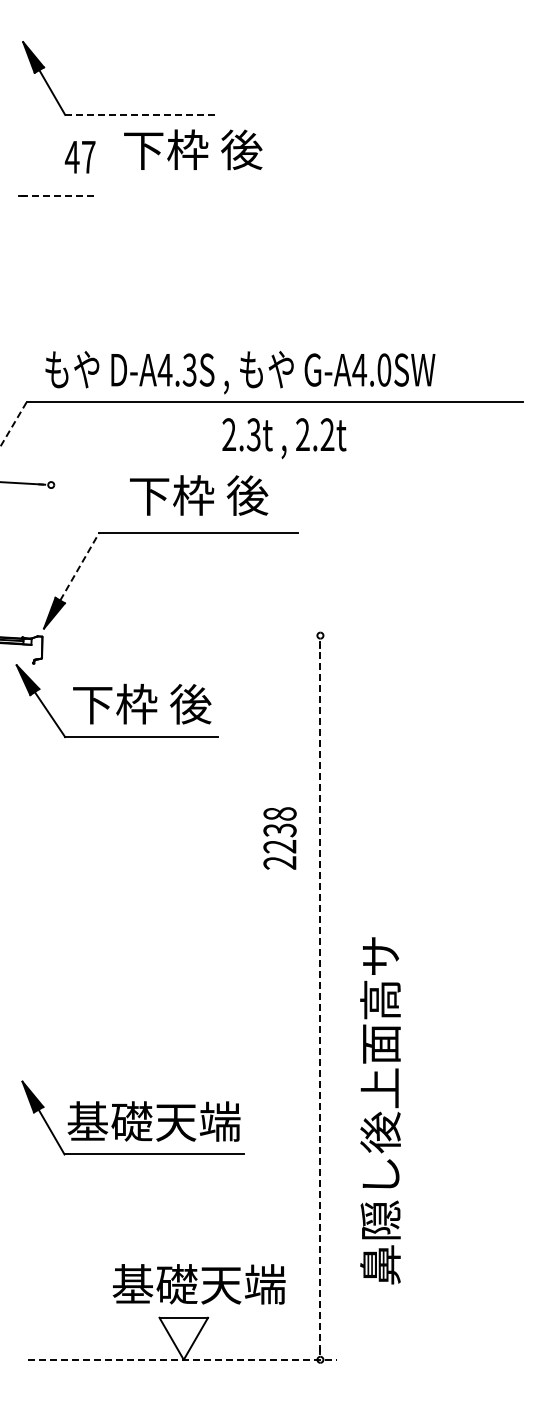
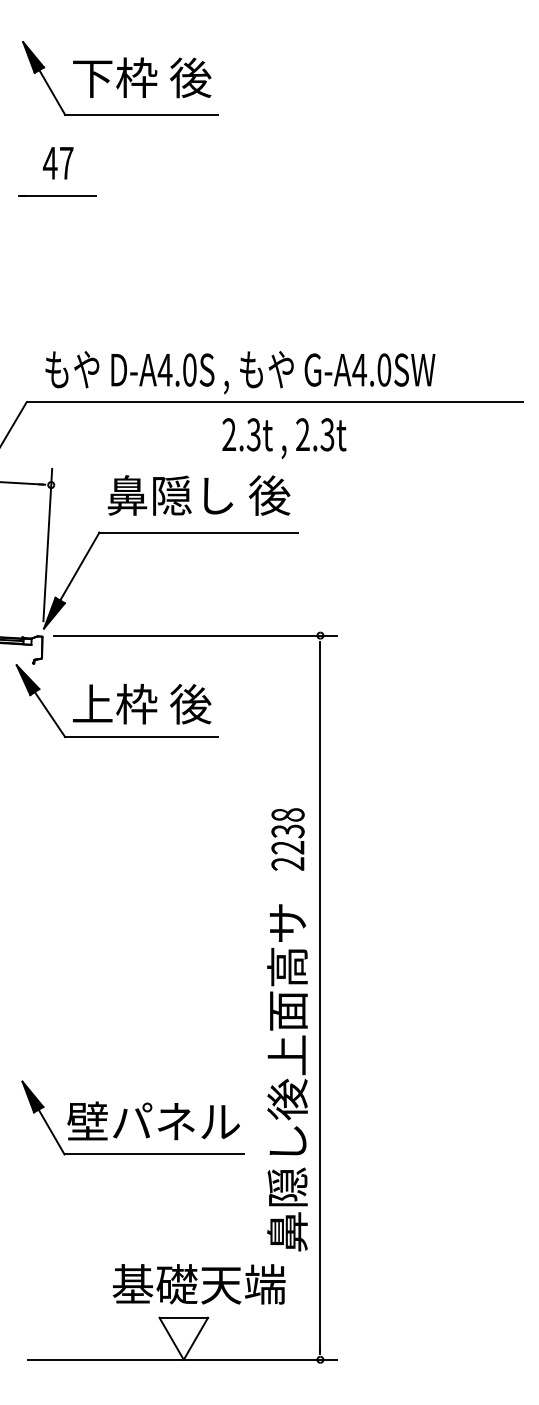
line at (141, 114): dashed -> solid
text at (193, 149) position: (193, 149) -> (142, 77)
text at (79, 157) position: (79, 157) -> (57, 163)
line at (58, 195): dashed -> solid
text at (189, 369): D-A4.3S -> D-A4.0S
line at (13, 424): dashed -> solid
text at (327, 434): 2.2t -> 2.3t
text at (198, 495): 下枠 後 -> 鼻隠し 後
line at (47, 544): none -> present
line at (80, 566): dashed -> solid
line at (194, 635): none -> present
text at (92, 704): 下枠 後 -> 上枠 後
text at (279, 838) position: (279, 838) -> (287, 839)
line at (320, 997): dashed -> solid
text at (380, 1110) position: (380, 1110) -> (287, 1077)
text at (153, 1121): 基礎天端 -> 壁パネル
line at (182, 1359): dashed -> solid
